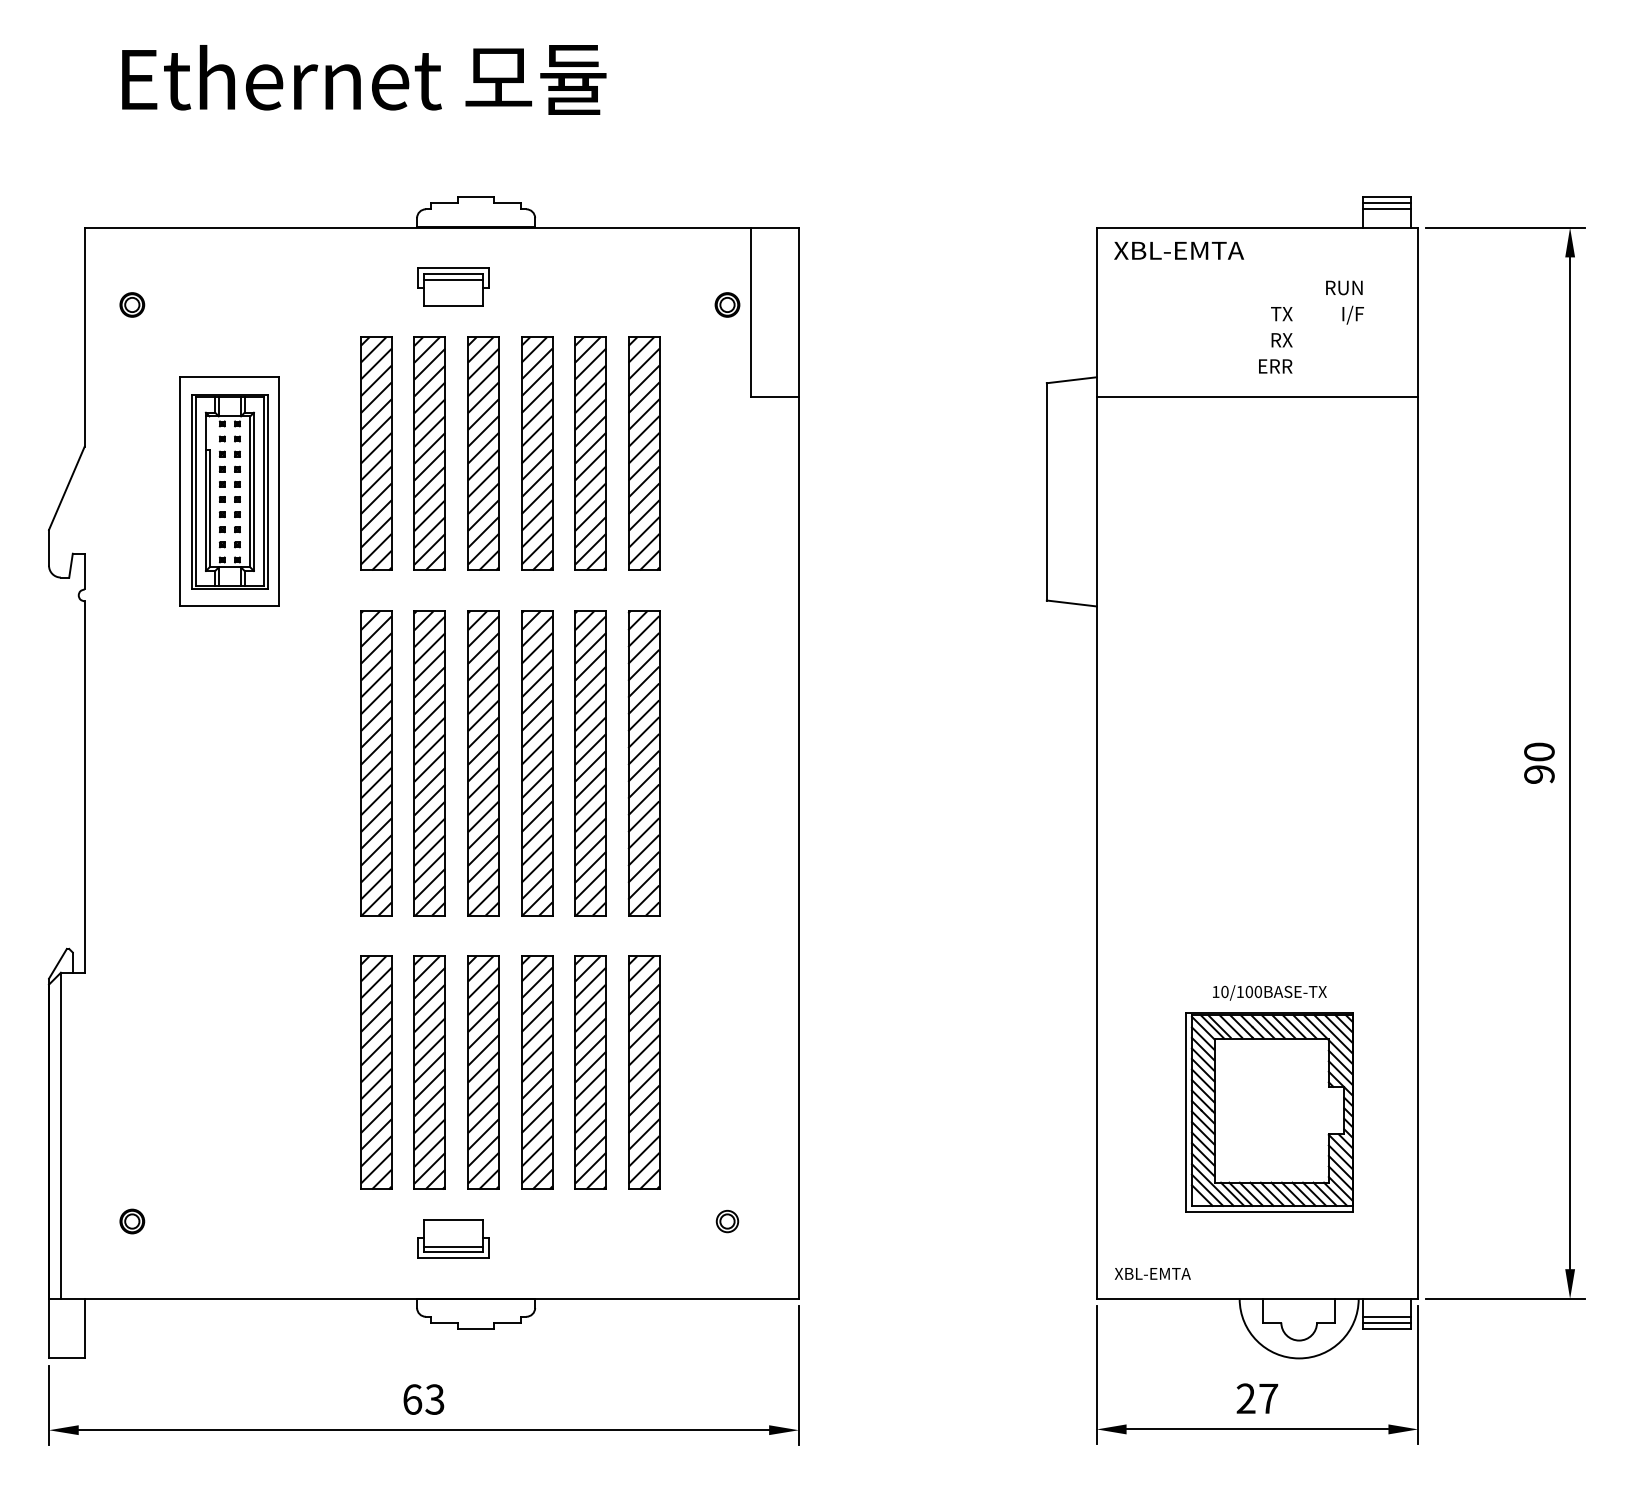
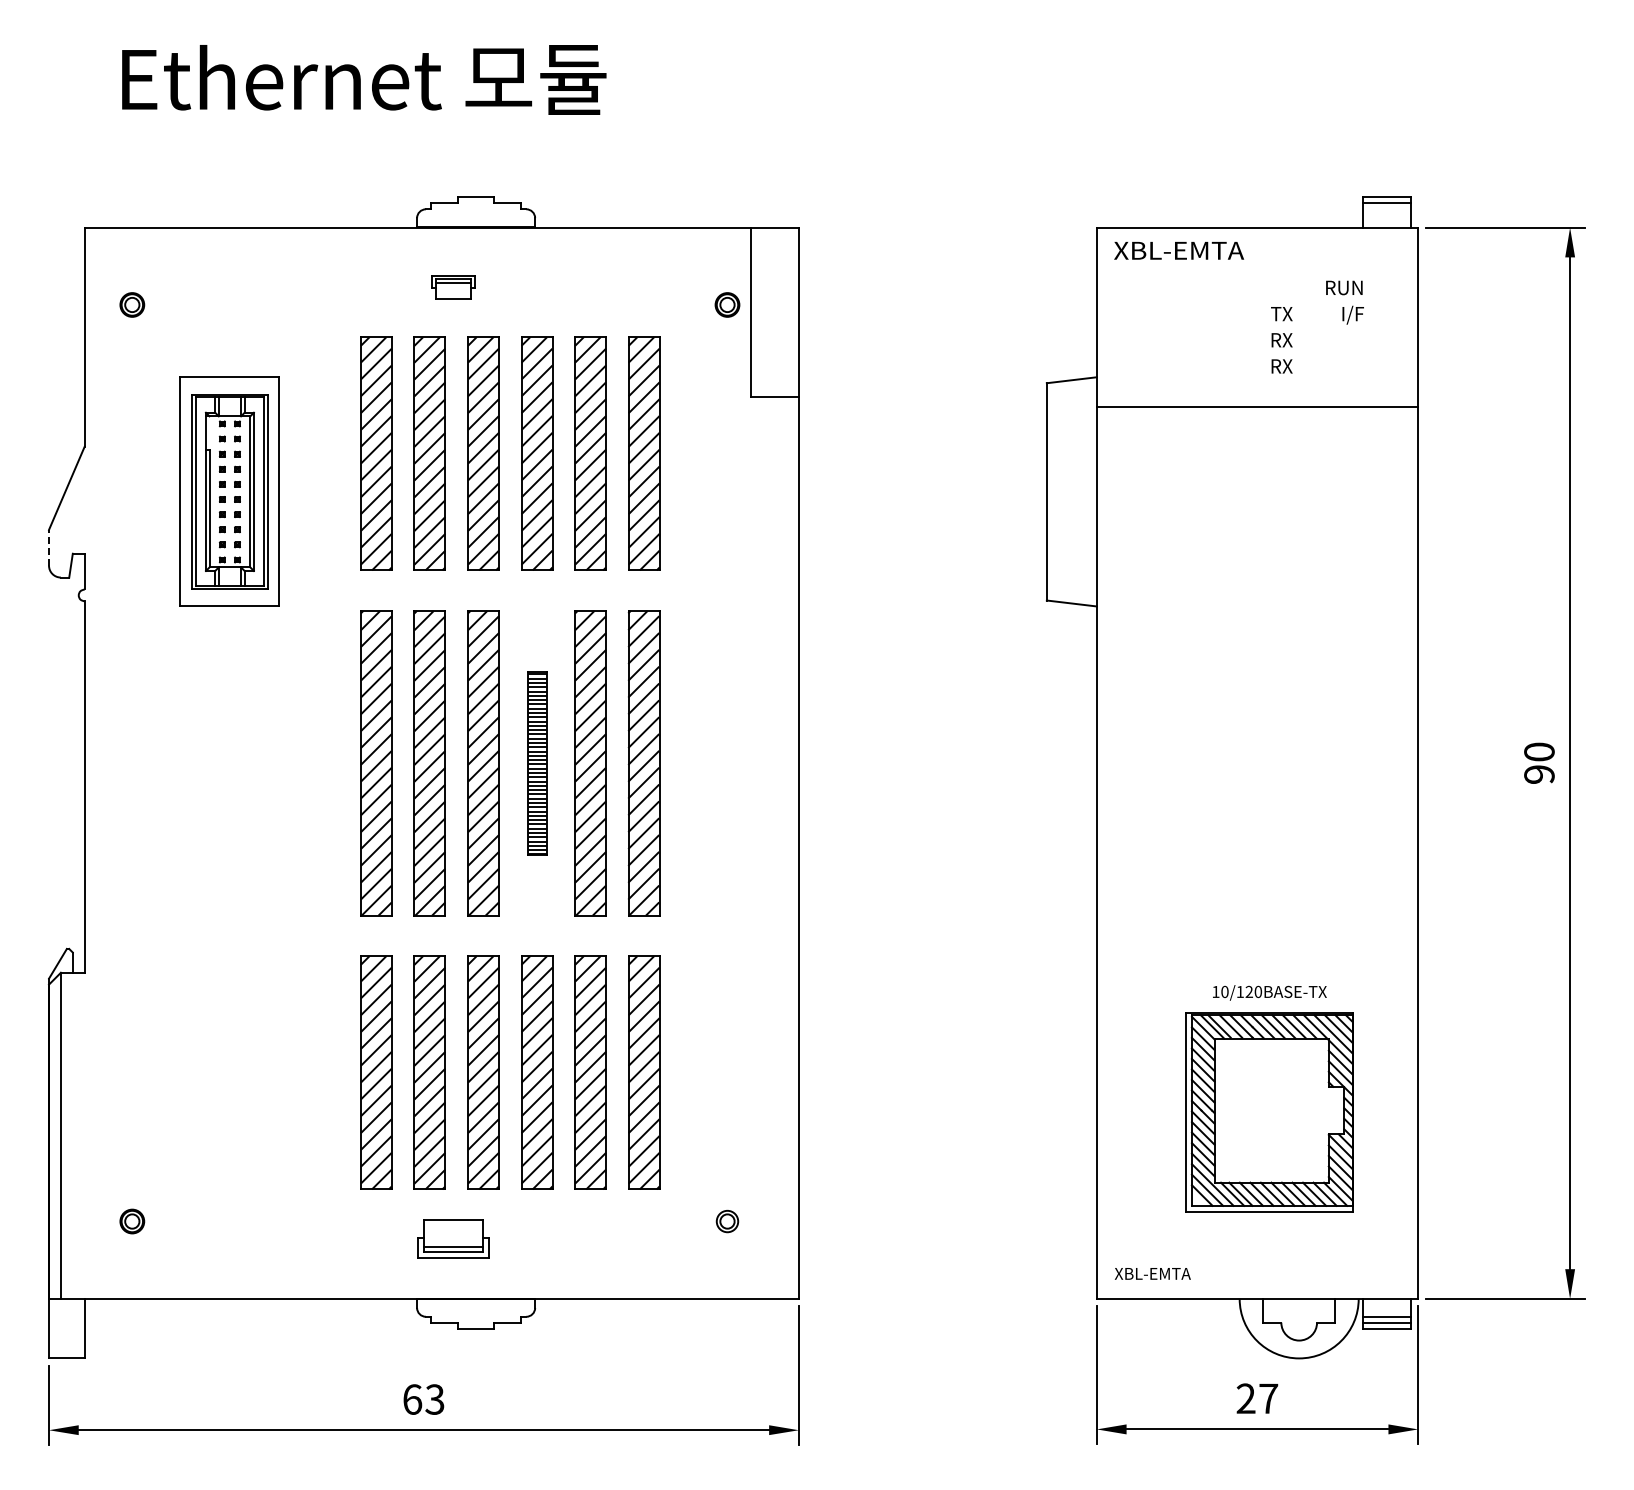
line at (1387, 209): present -> none
part at (453, 286) size: 73x40 px -> 45x25 px
text at (1275, 366): ERR -> RX
line at (1257, 396) position: (1257, 396) -> (1257, 406)
line at (49, 547): solid -> dashed
part at (537, 763) size: 33x307 px -> 21x185 px
text at (1248, 992): 10/100BASE-TX -> 10/120BASE-TX
